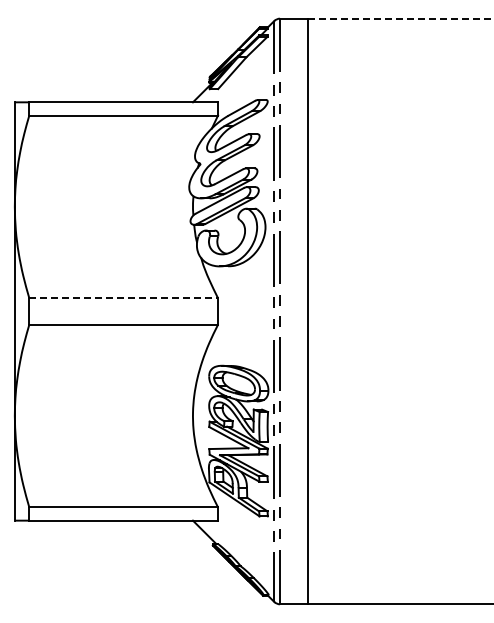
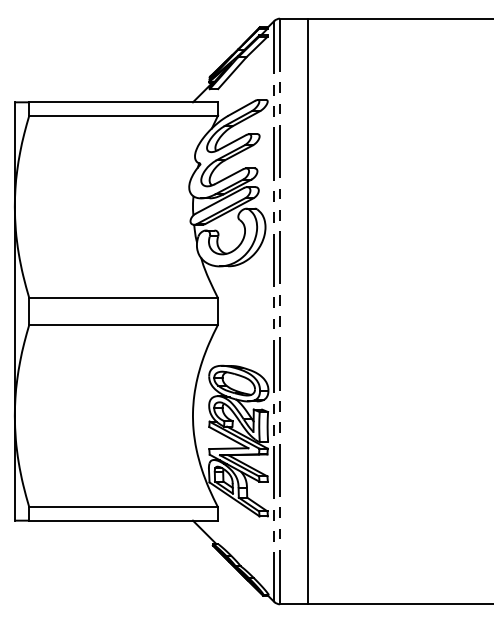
line at (400, 18): dashed -> solid
line at (124, 298): dashed -> solid
